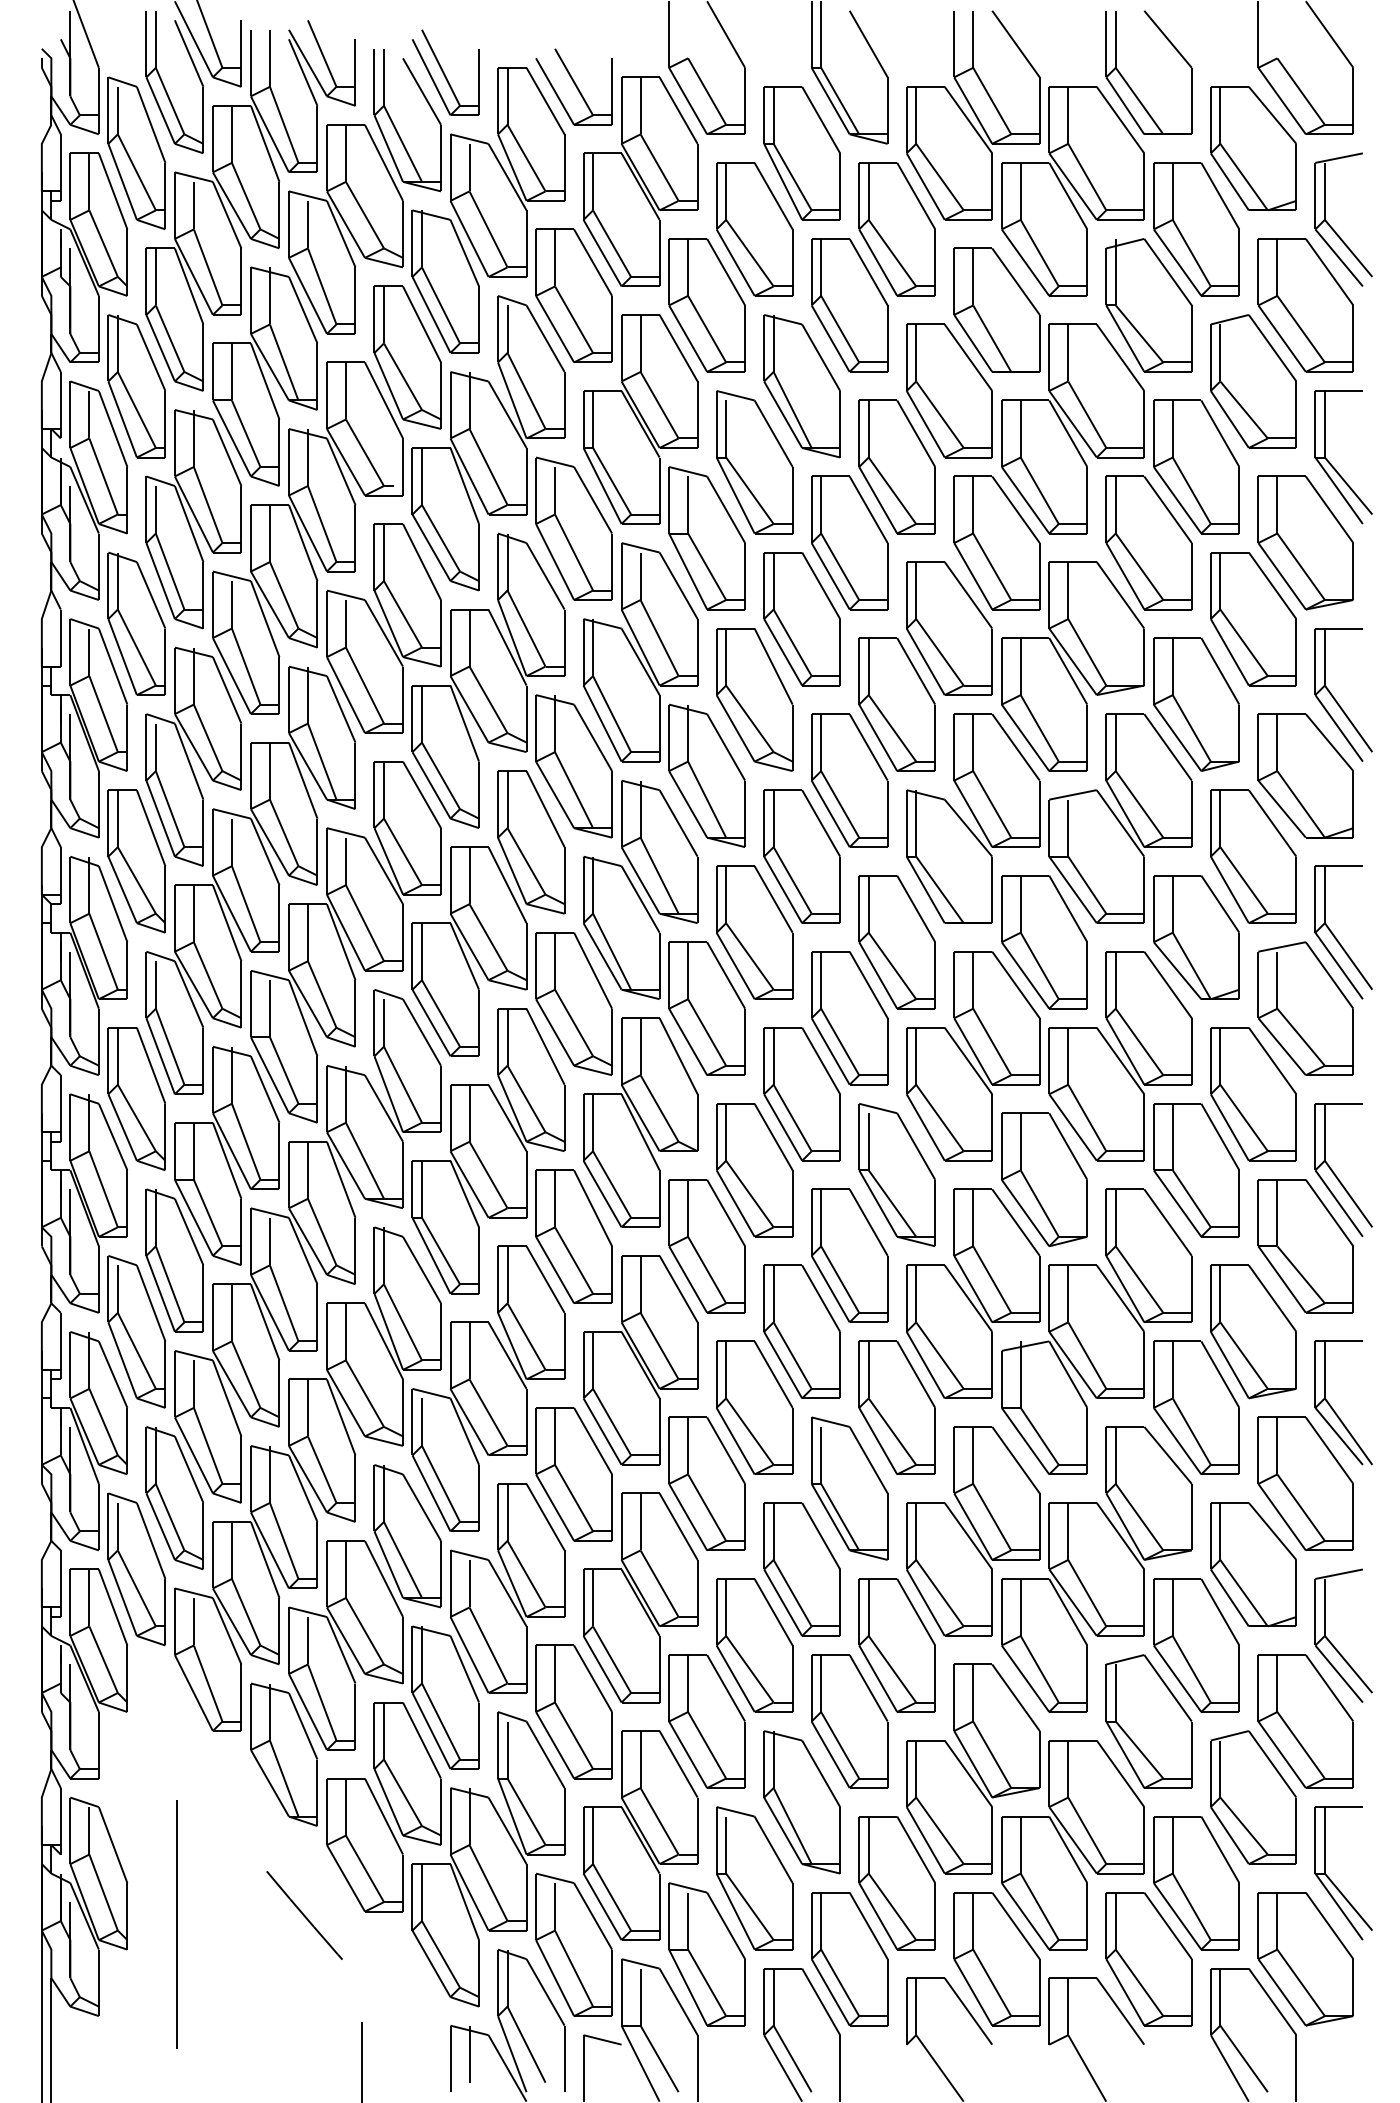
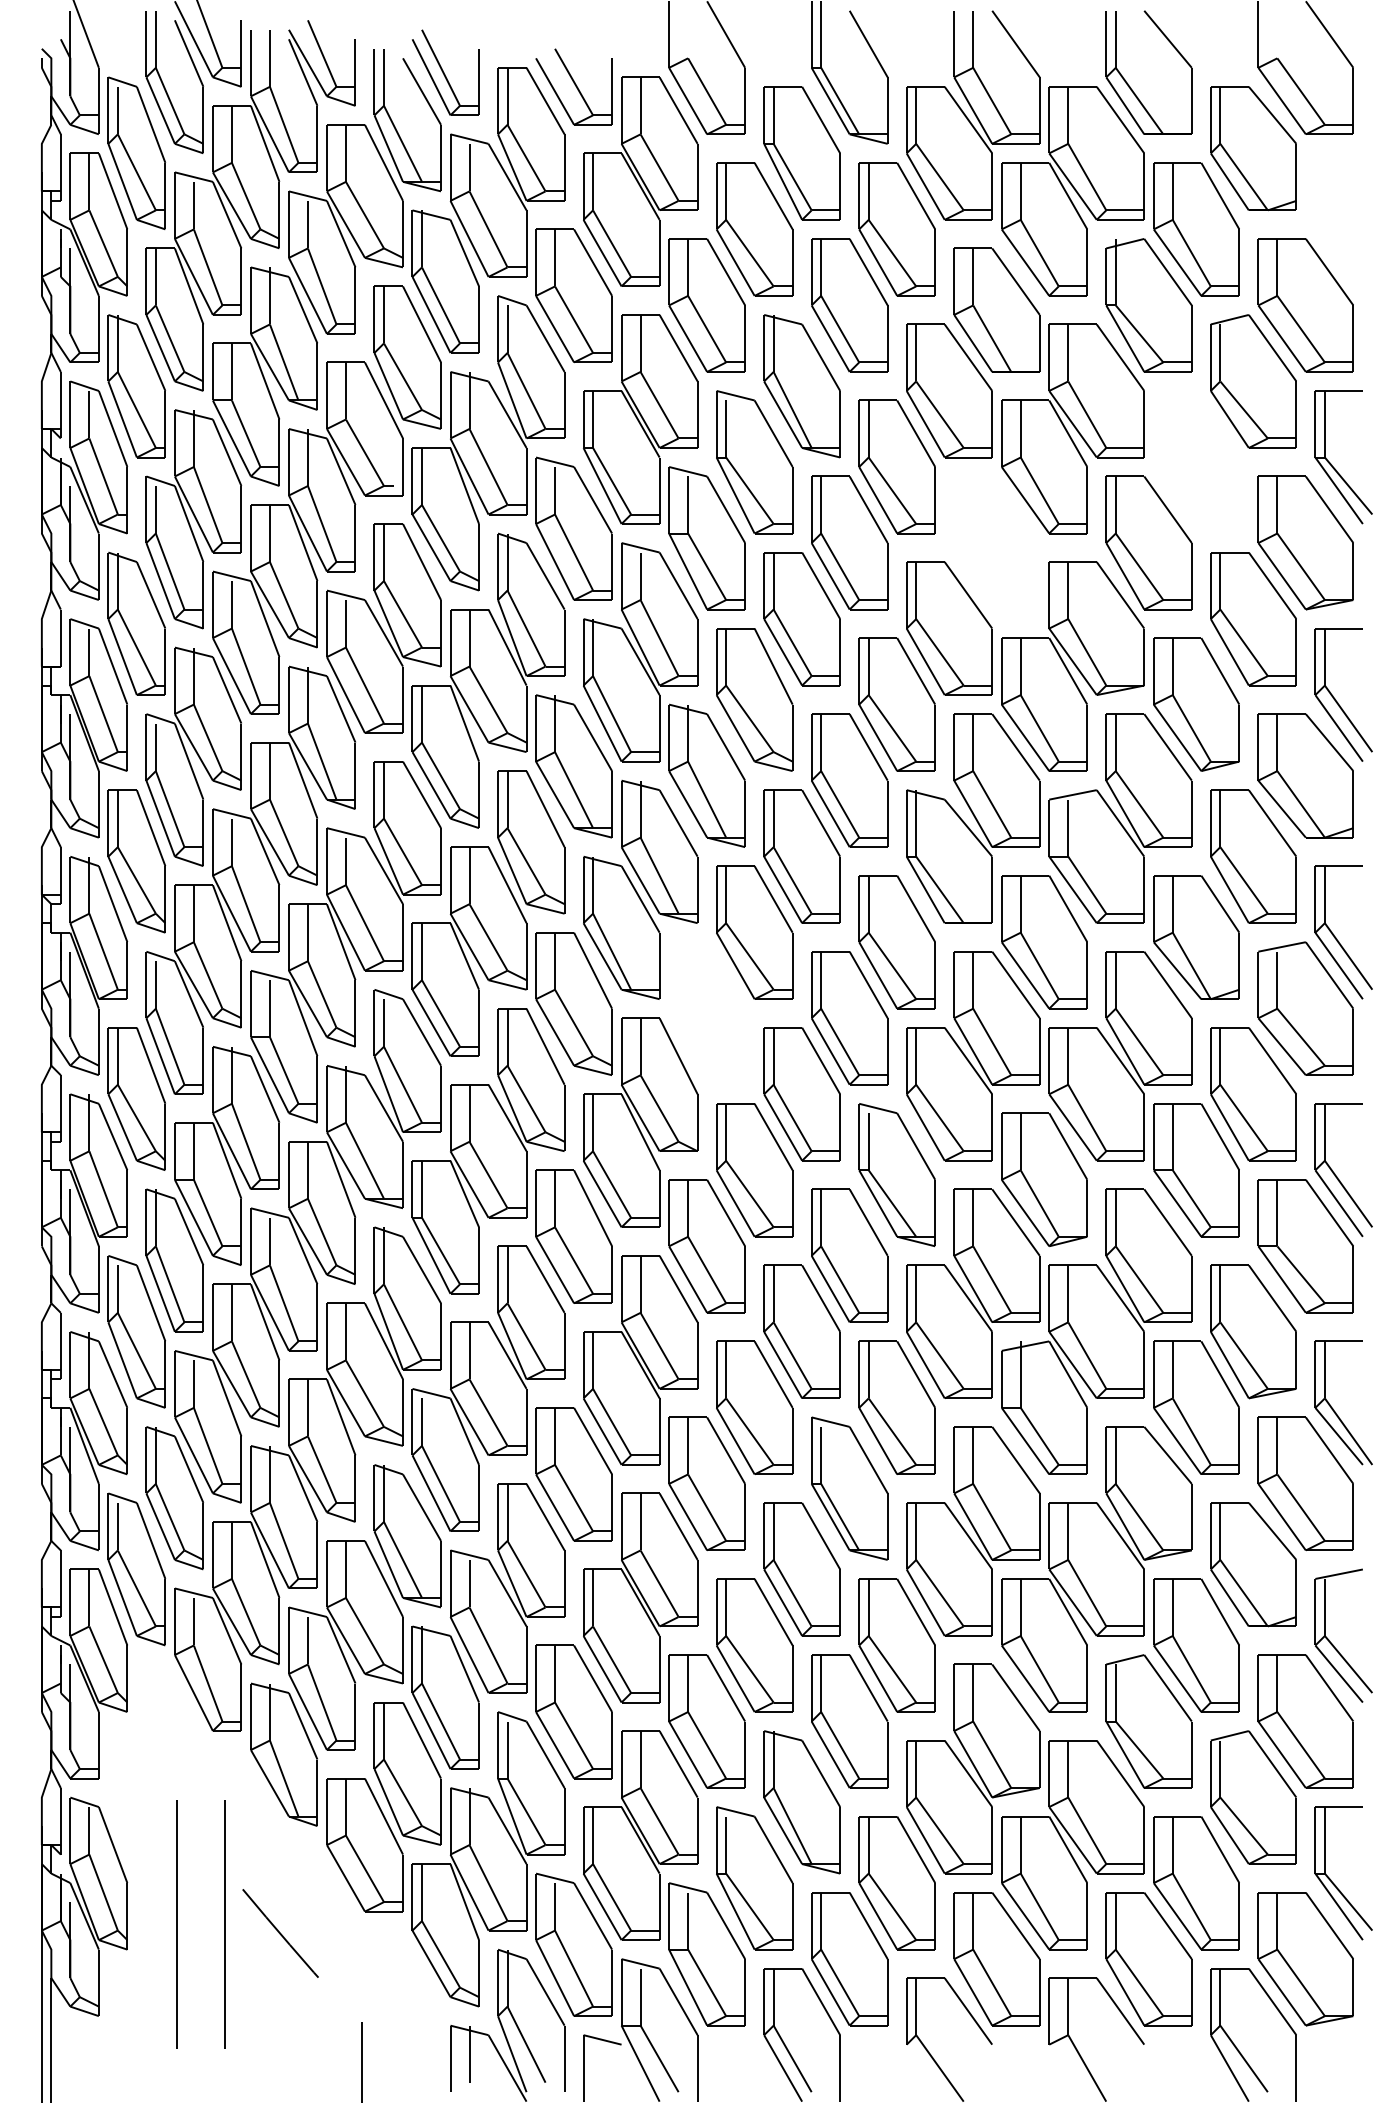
part at (1333, 228): present -> none
part at (1196, 466): present -> none
part at (996, 542): present -> none
part at (706, 1008): present -> none
line at (304, 1915) position: (304, 1915) -> (280, 1933)
line at (224, 1924): none -> present
